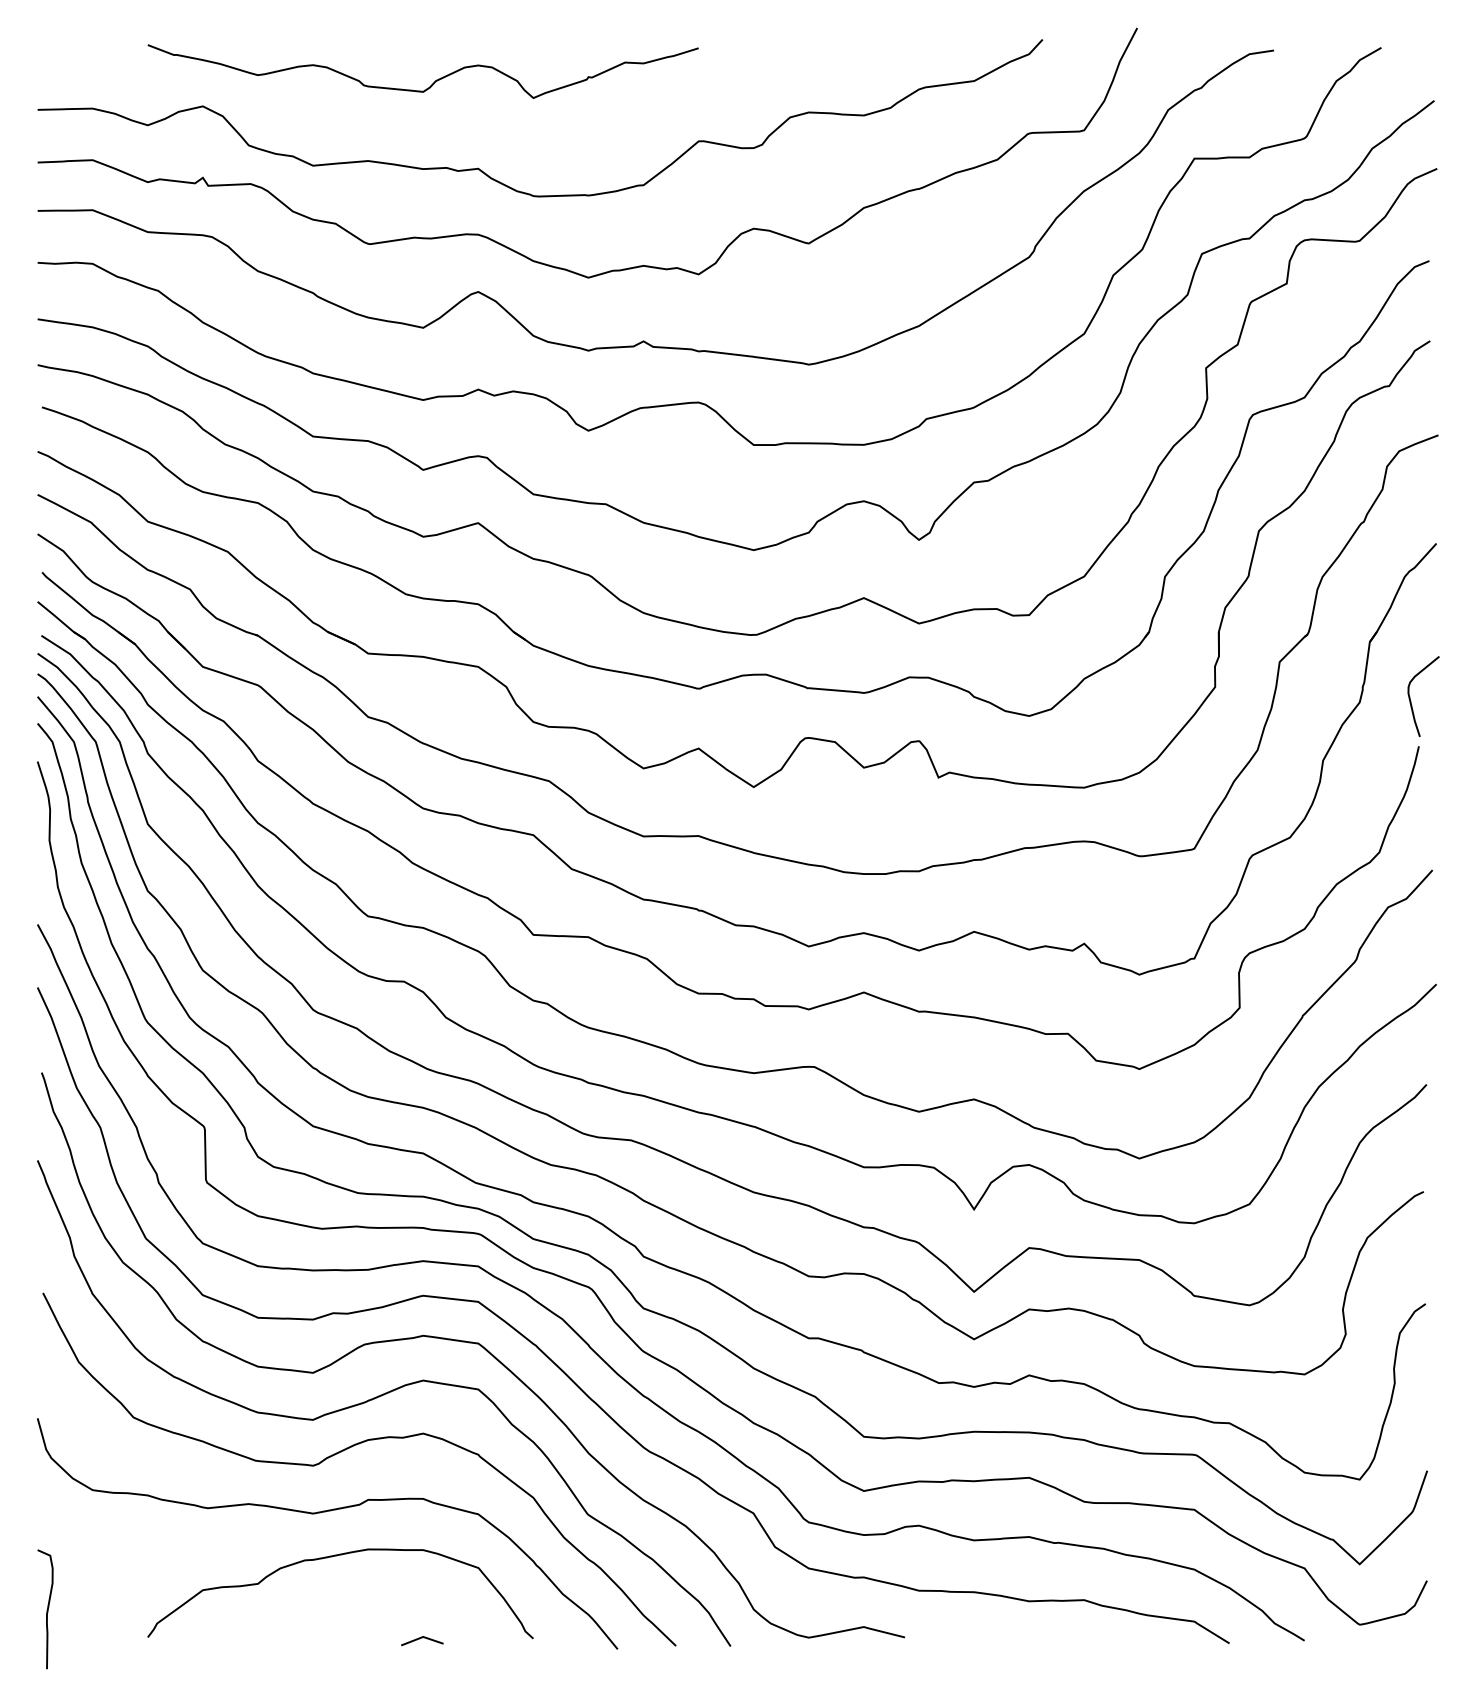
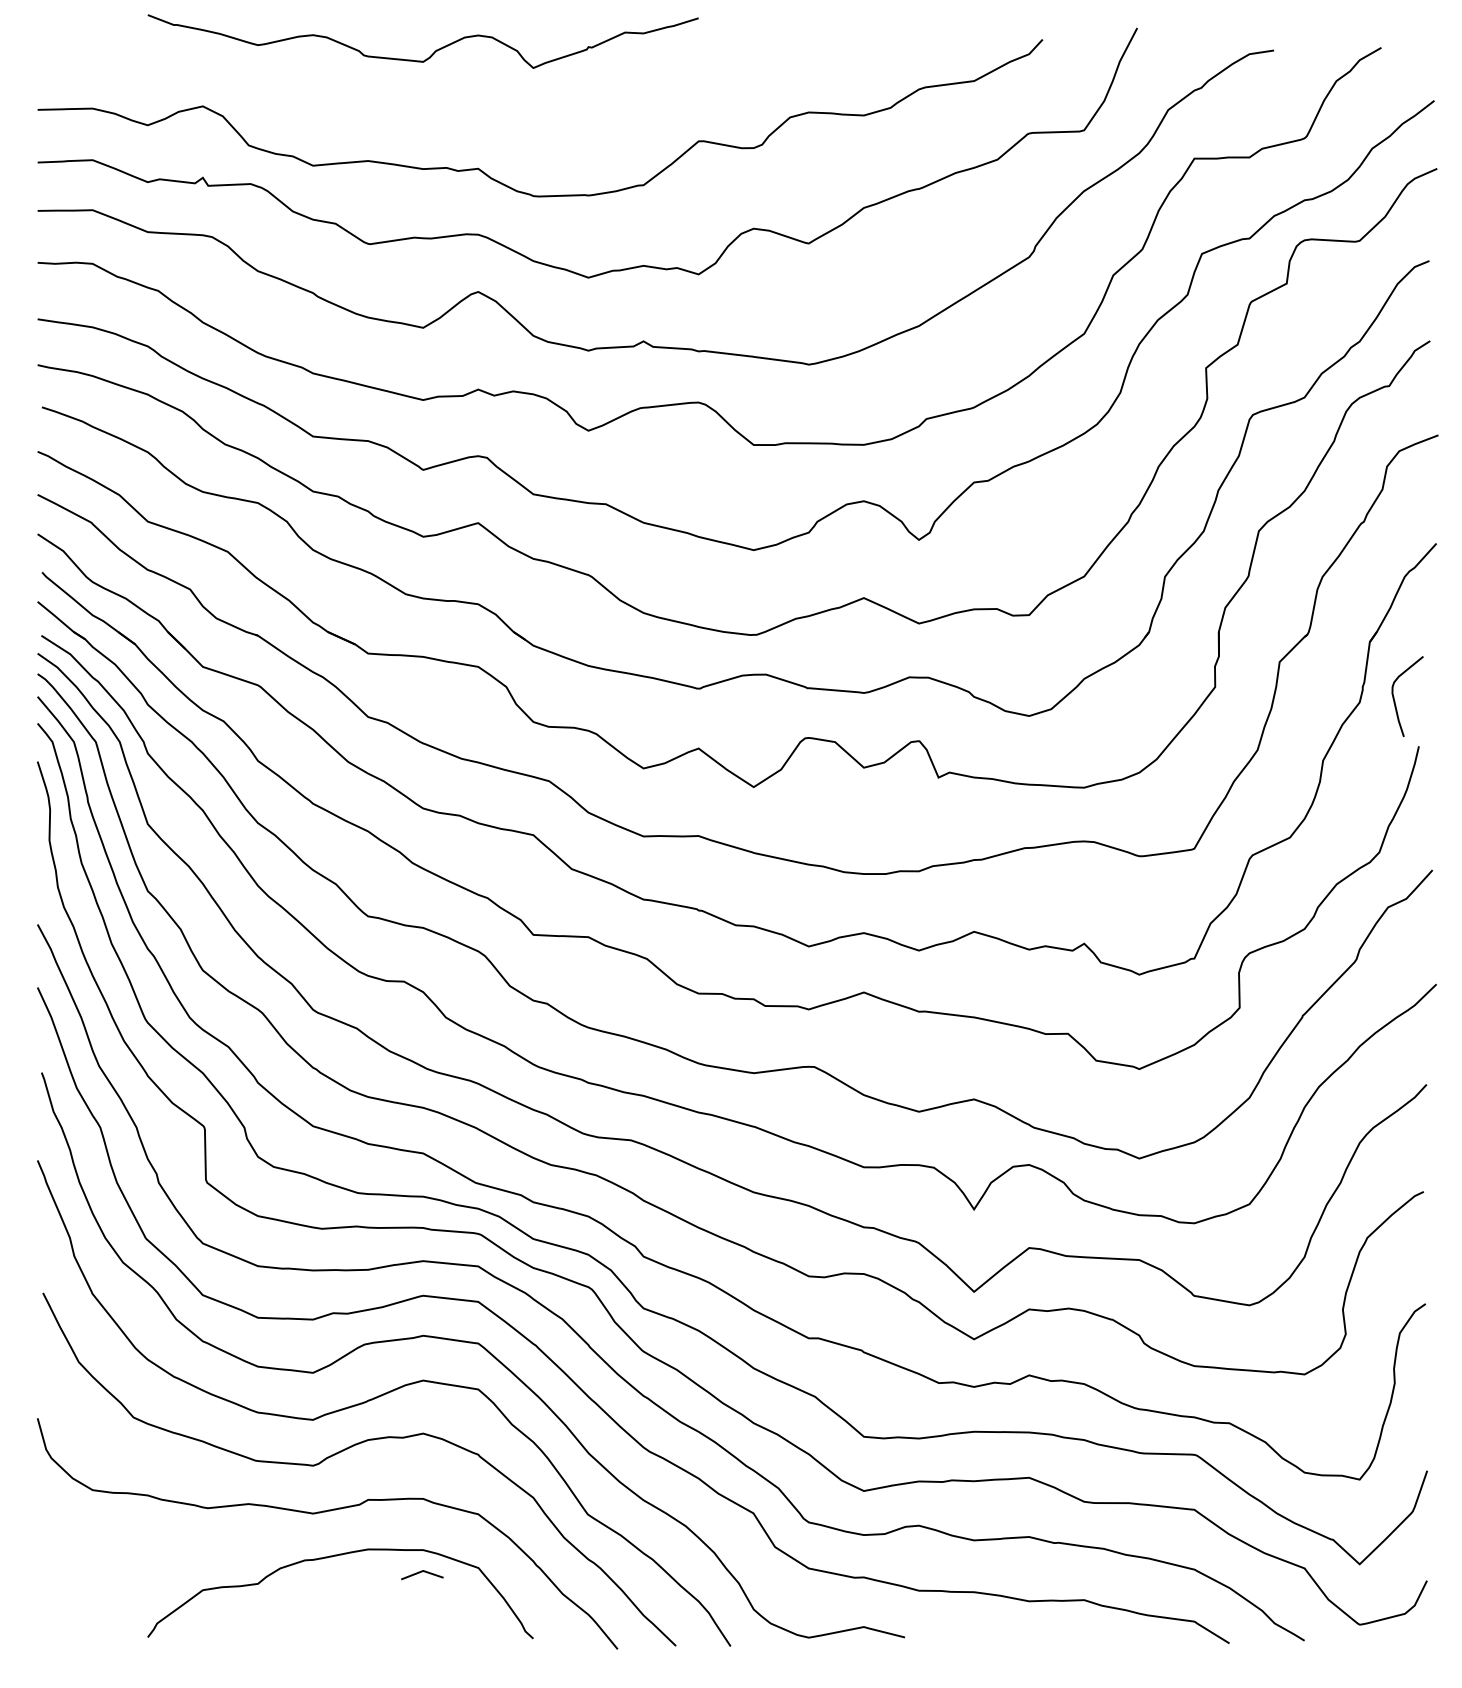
curve at (433, 82) position: (433, 82) -> (433, 52)
curve at (1410, 696) position: (1410, 696) -> (1394, 696)
curve at (46, 1610): present -> none
line at (422, 1638) position: (422, 1638) -> (422, 1572)
